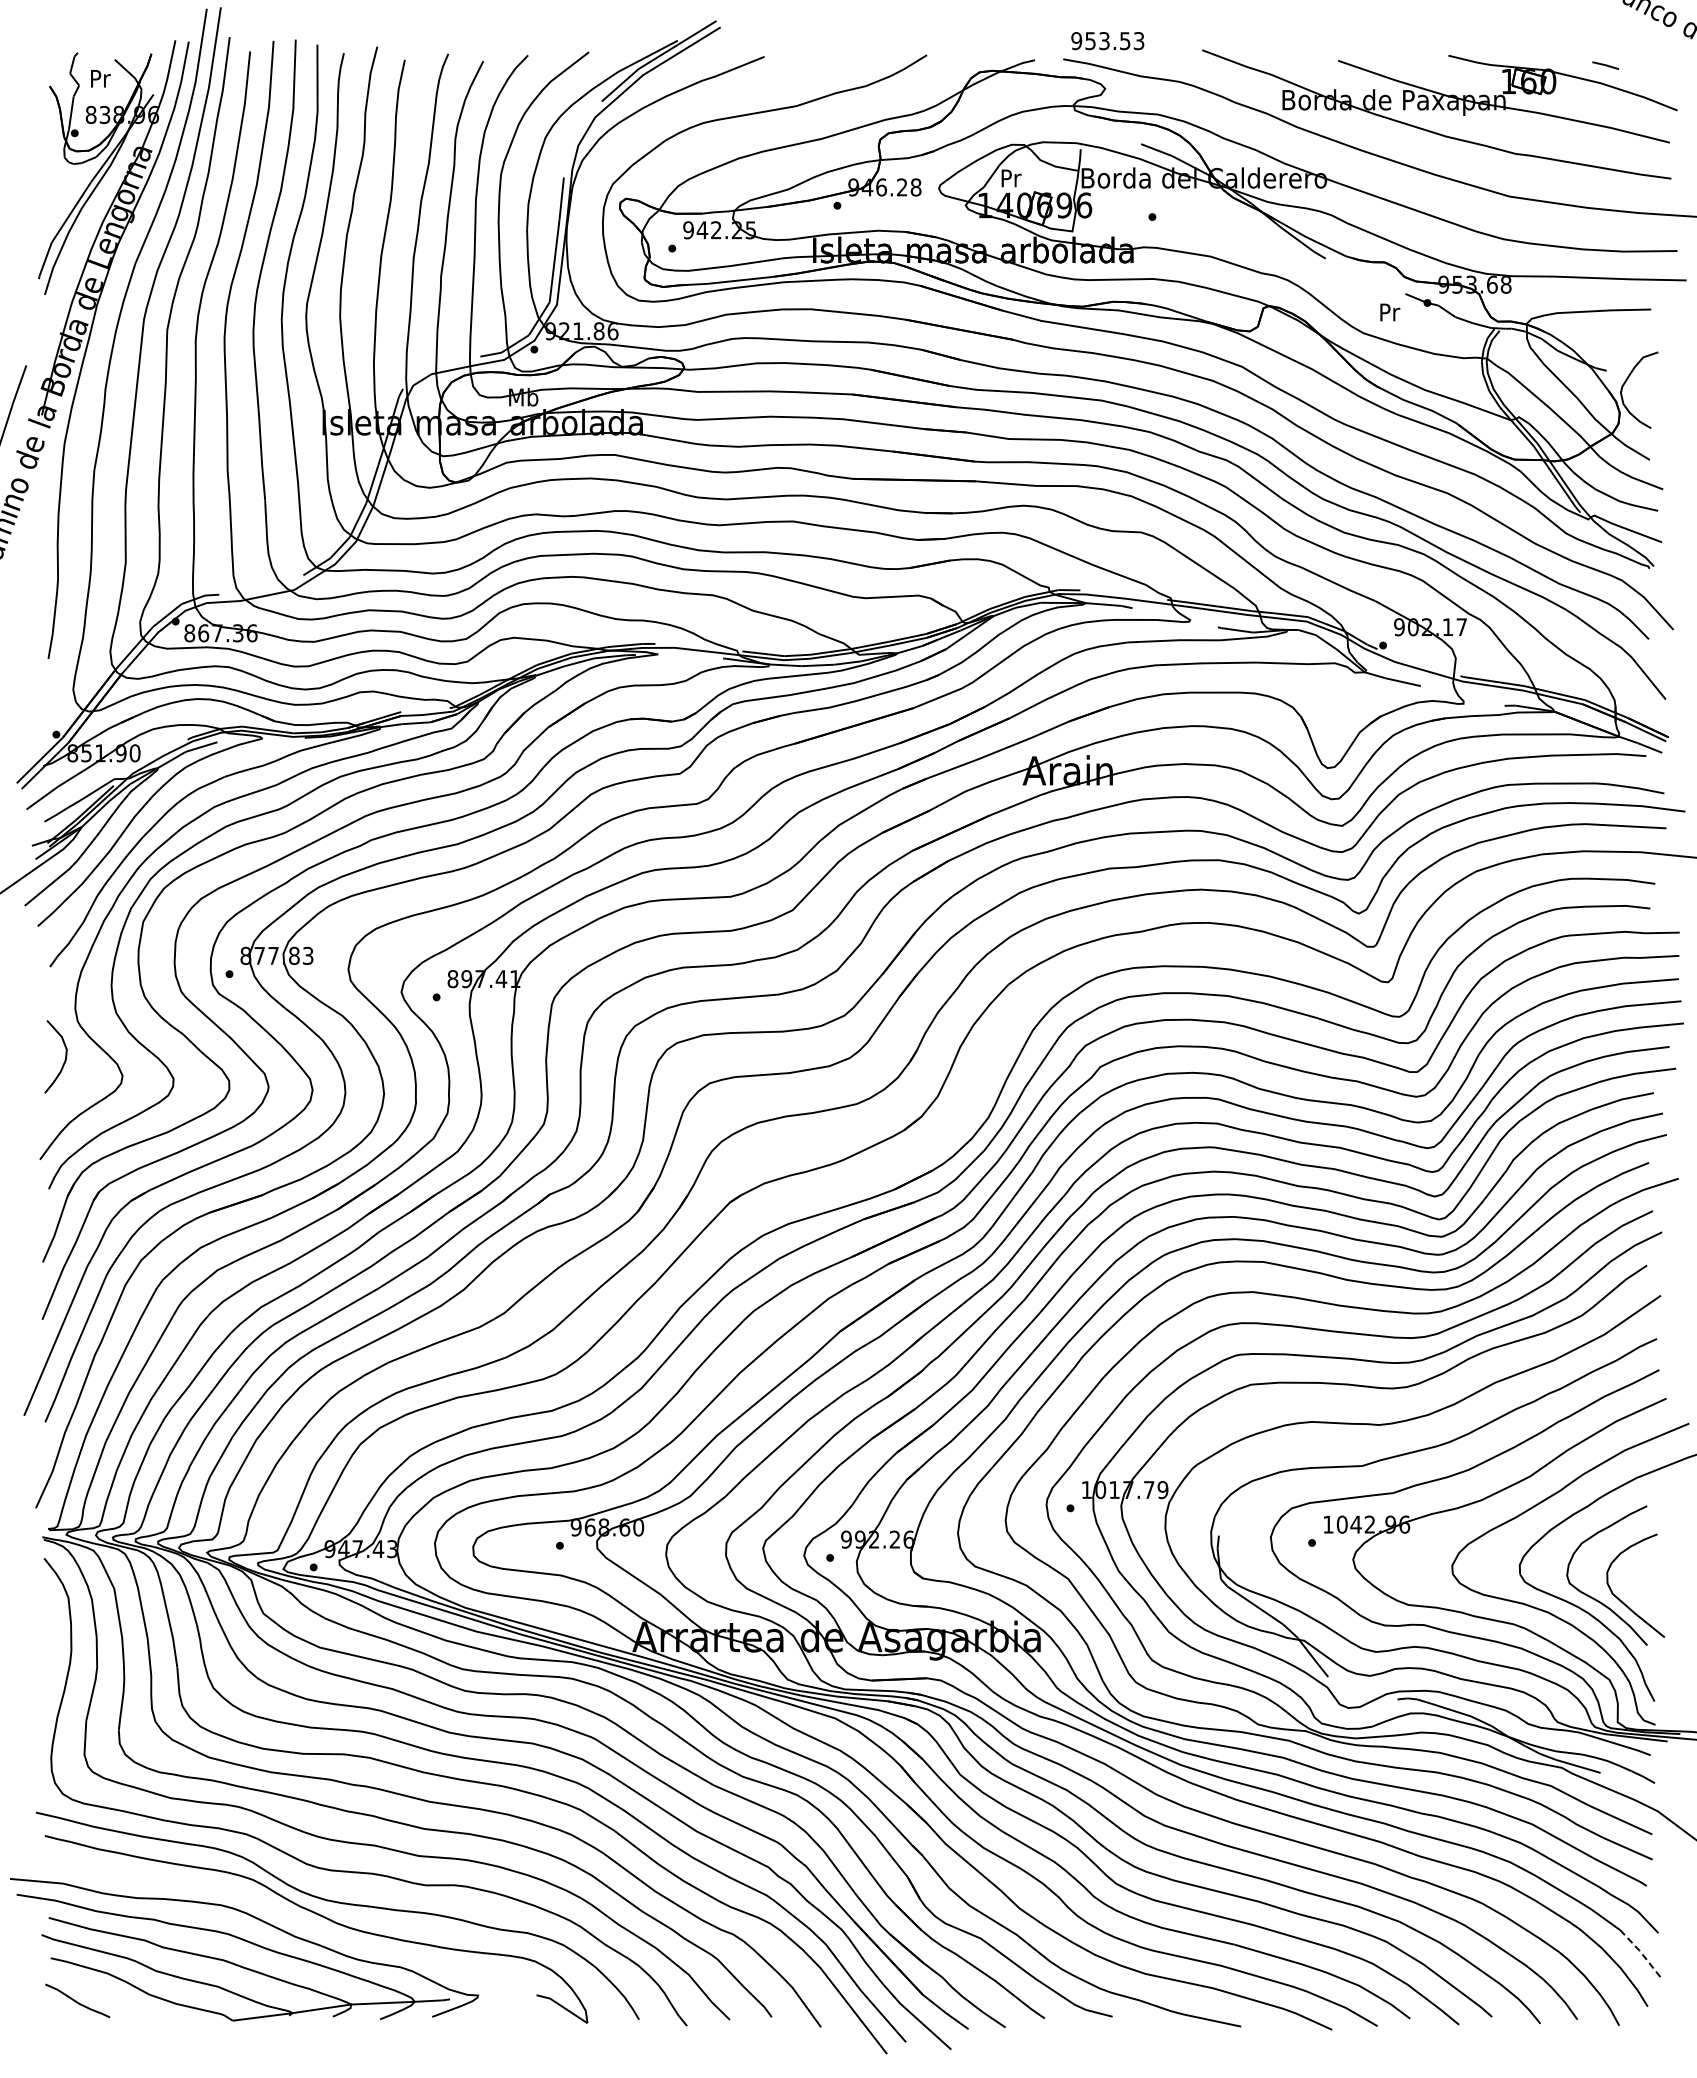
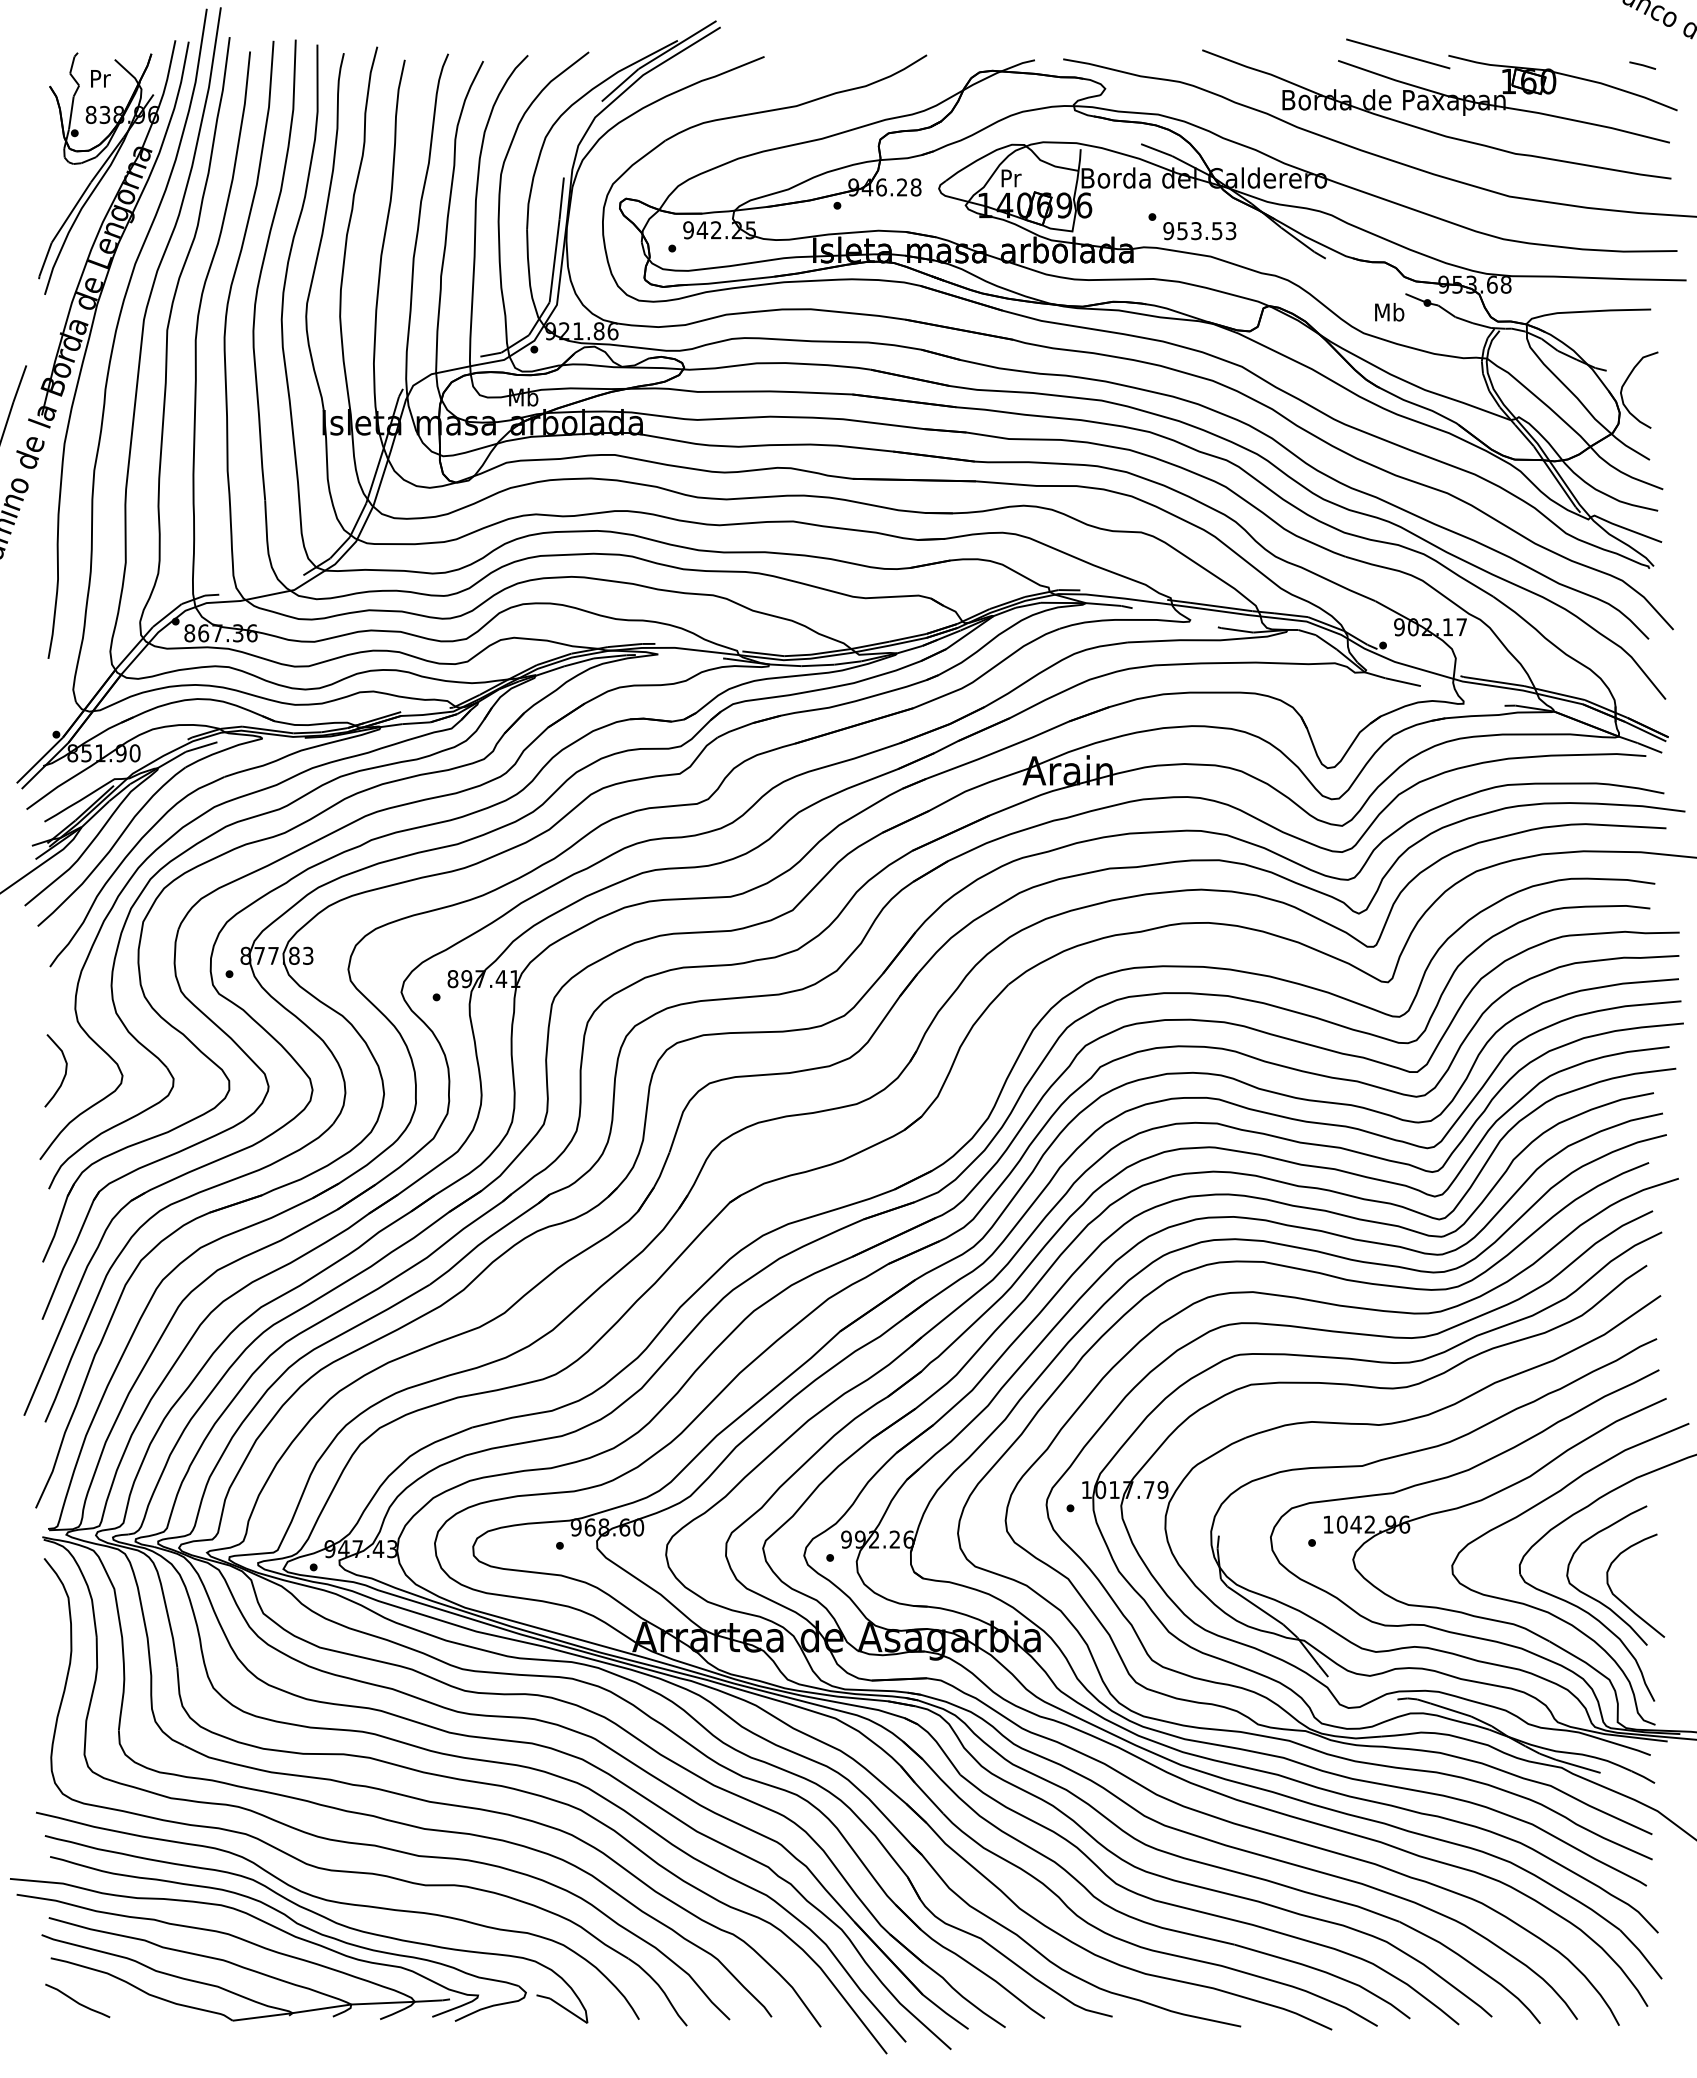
text at (1107, 41) position: (1107, 41) -> (1199, 231)
line at (1398, 53): none -> present
line at (1605, 65) position: (1605, 65) -> (1642, 65)
text at (1389, 312): Pr -> Mb
curve at (64, 1060) position: (64, 1060) -> (64, 1074)
part at (296, 1924): none -> present
line at (1641, 1953): dashed -> solid
